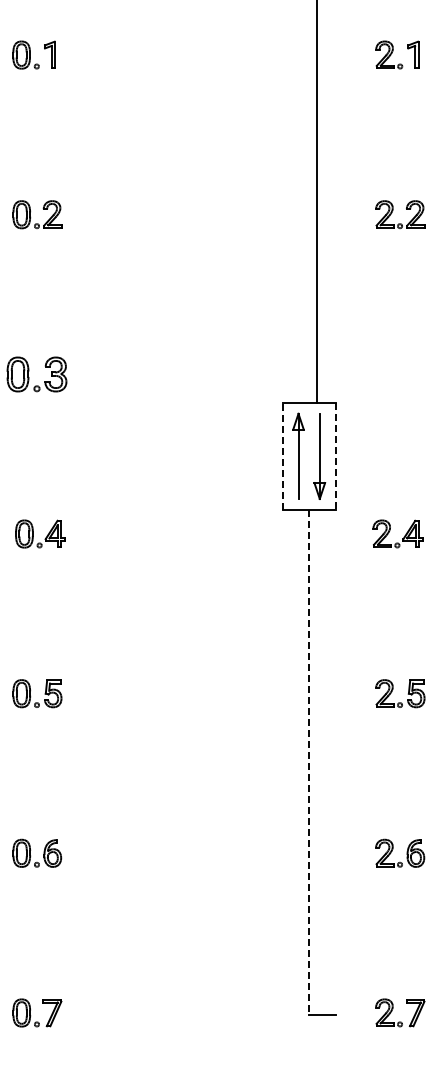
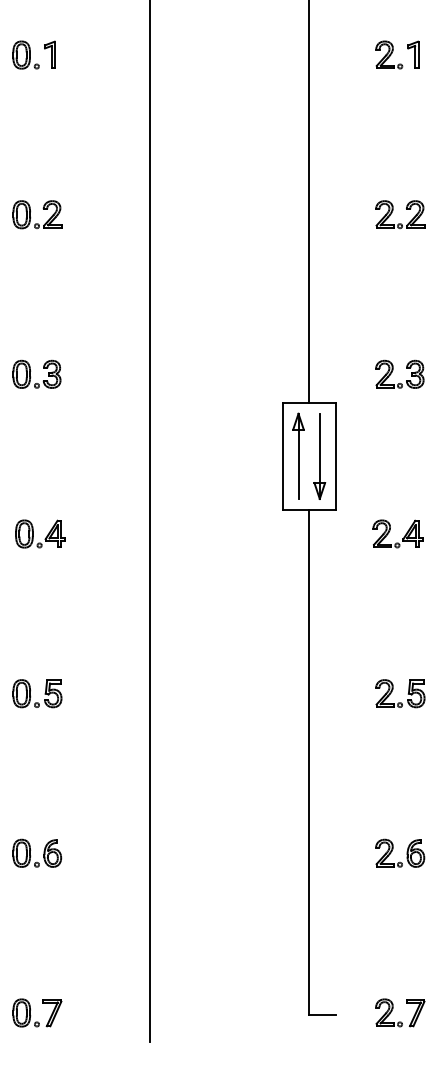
line at (317, 202) position: (317, 202) -> (309, 202)
part at (393, 370): none -> present
part at (36, 374) size: 62x37 px -> 50x30 px
line at (282, 455): dashed -> solid
line at (335, 456): dashed -> solid
line at (149, 521): none -> present
line at (309, 762): dashed -> solid
